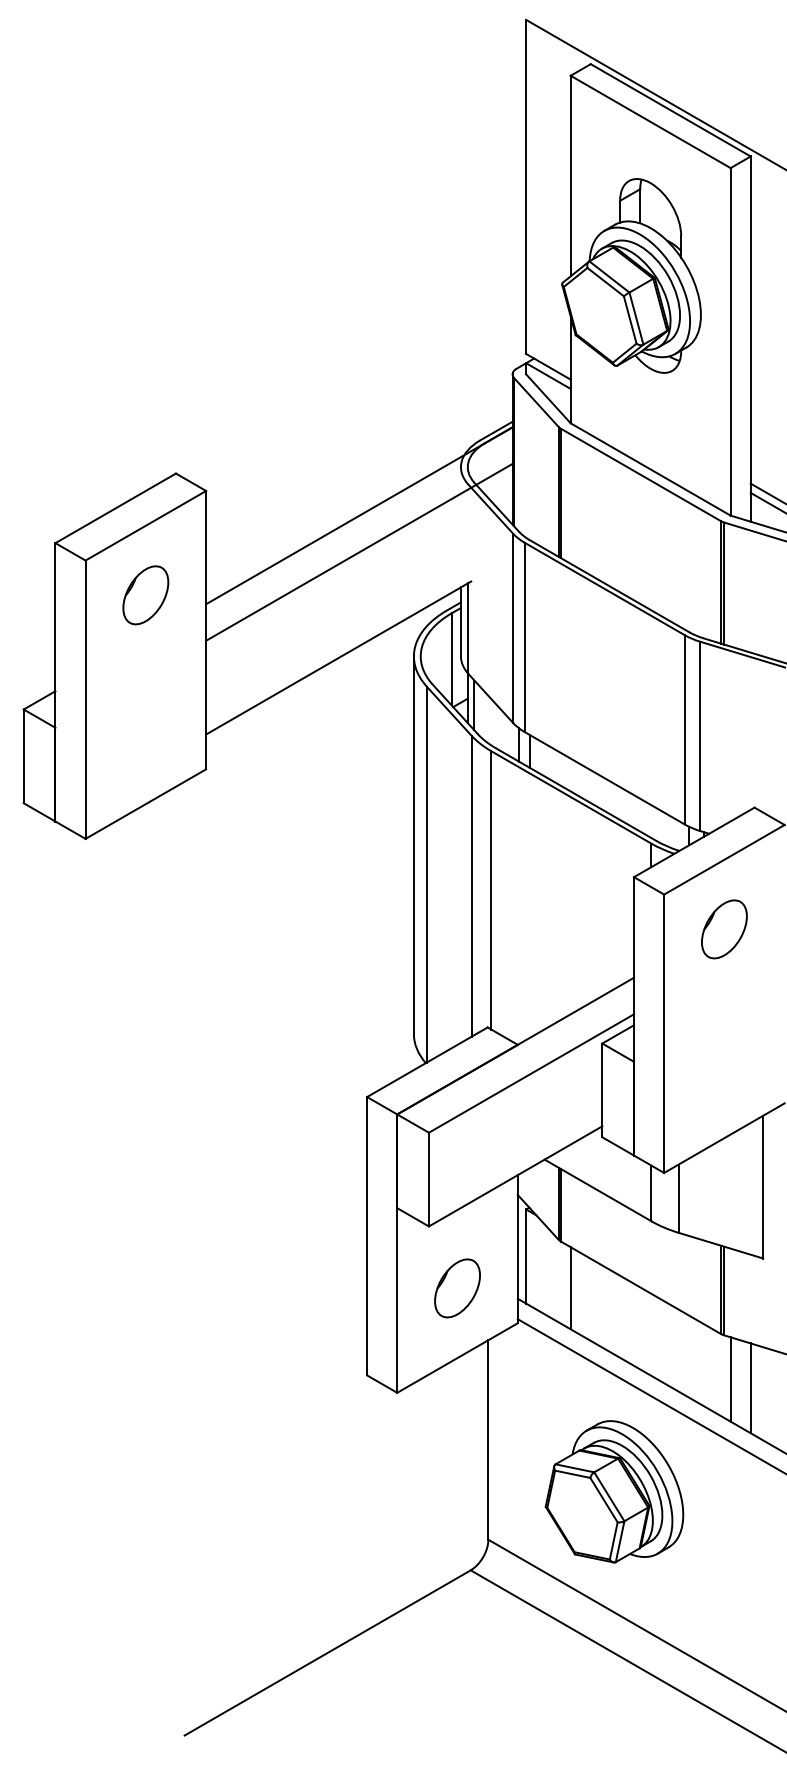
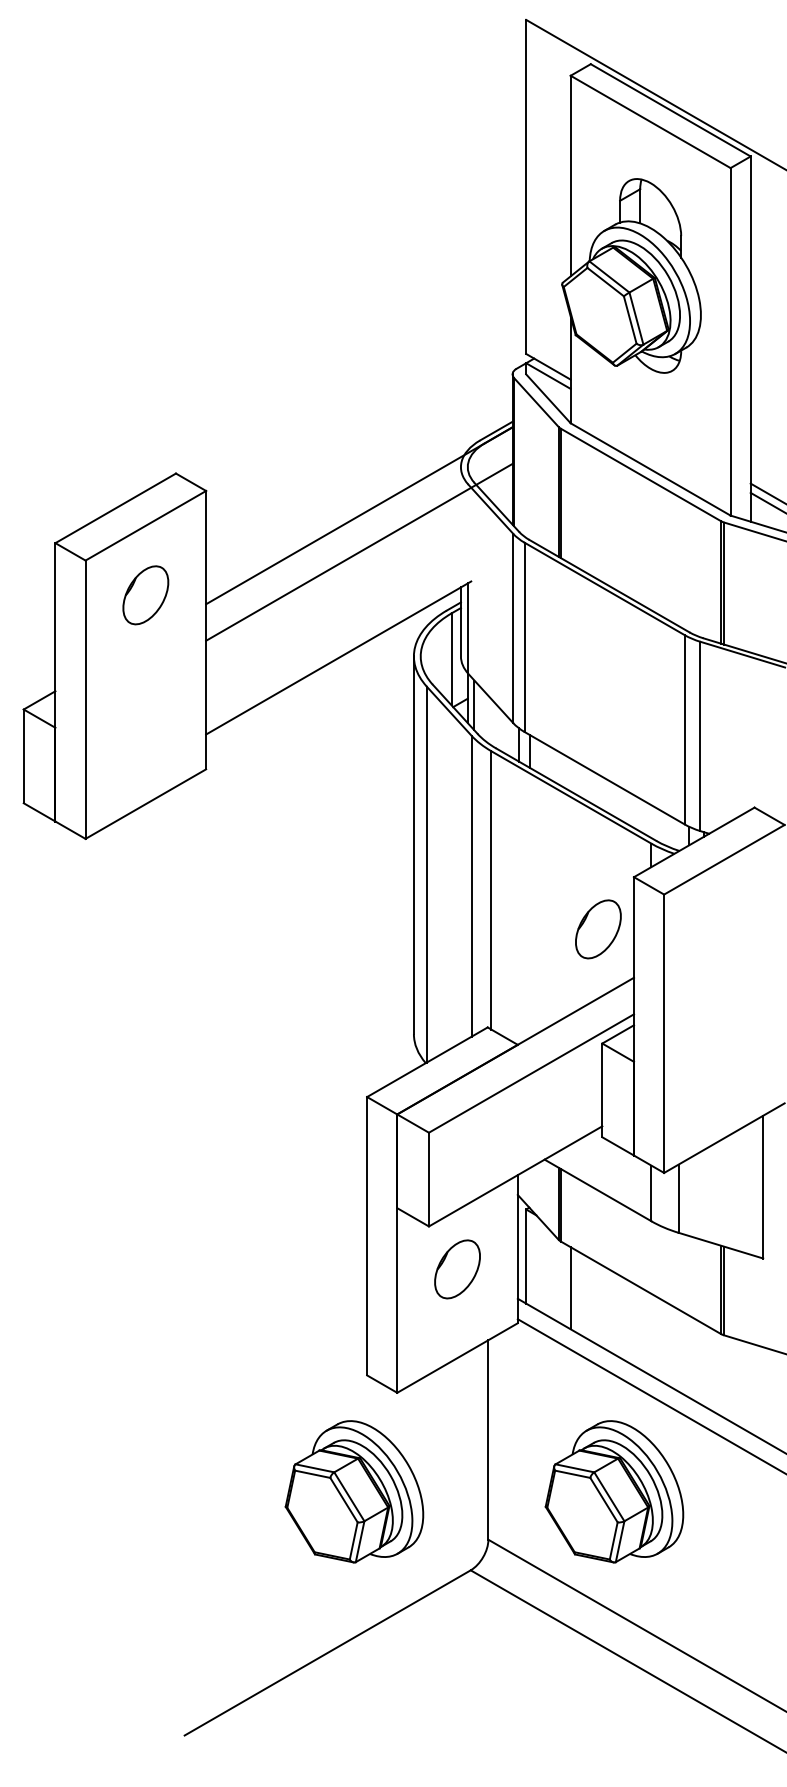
part at (724, 929) position: (724, 929) -> (598, 929)
part at (457, 1288) position: (457, 1288) -> (457, 1269)
line at (730, 1379): present -> none
line at (750, 1388): present -> none
part at (354, 1491): none -> present
